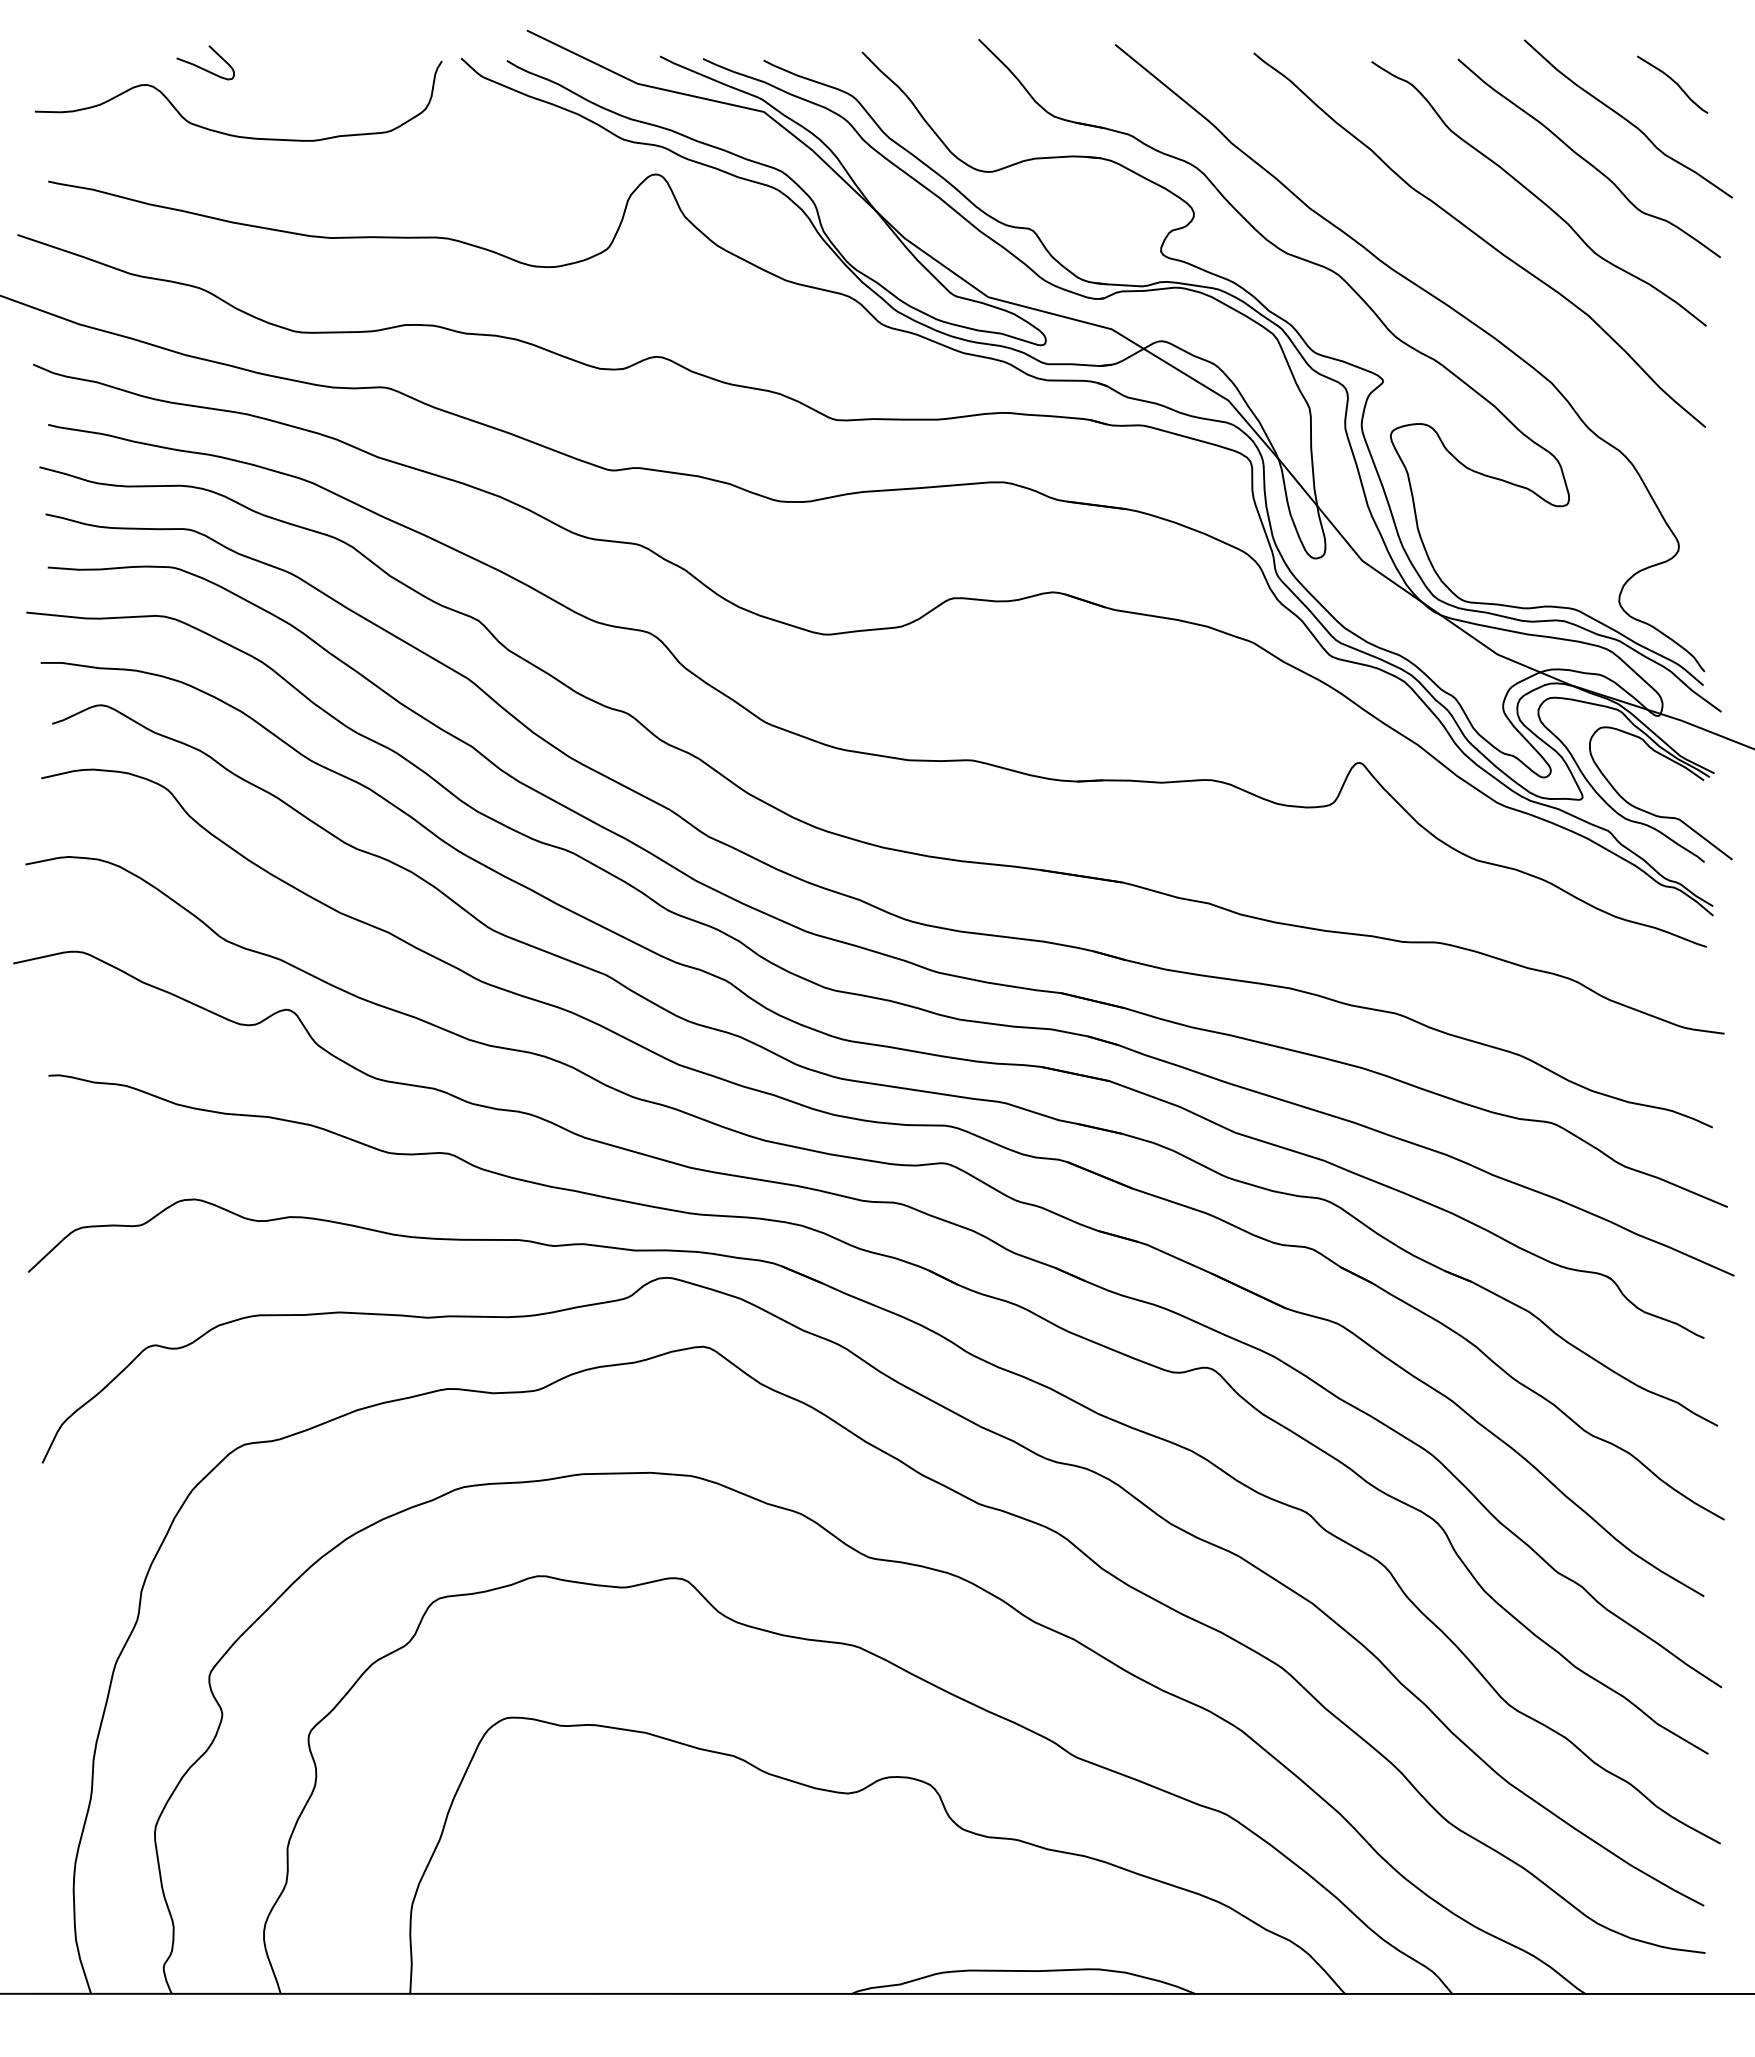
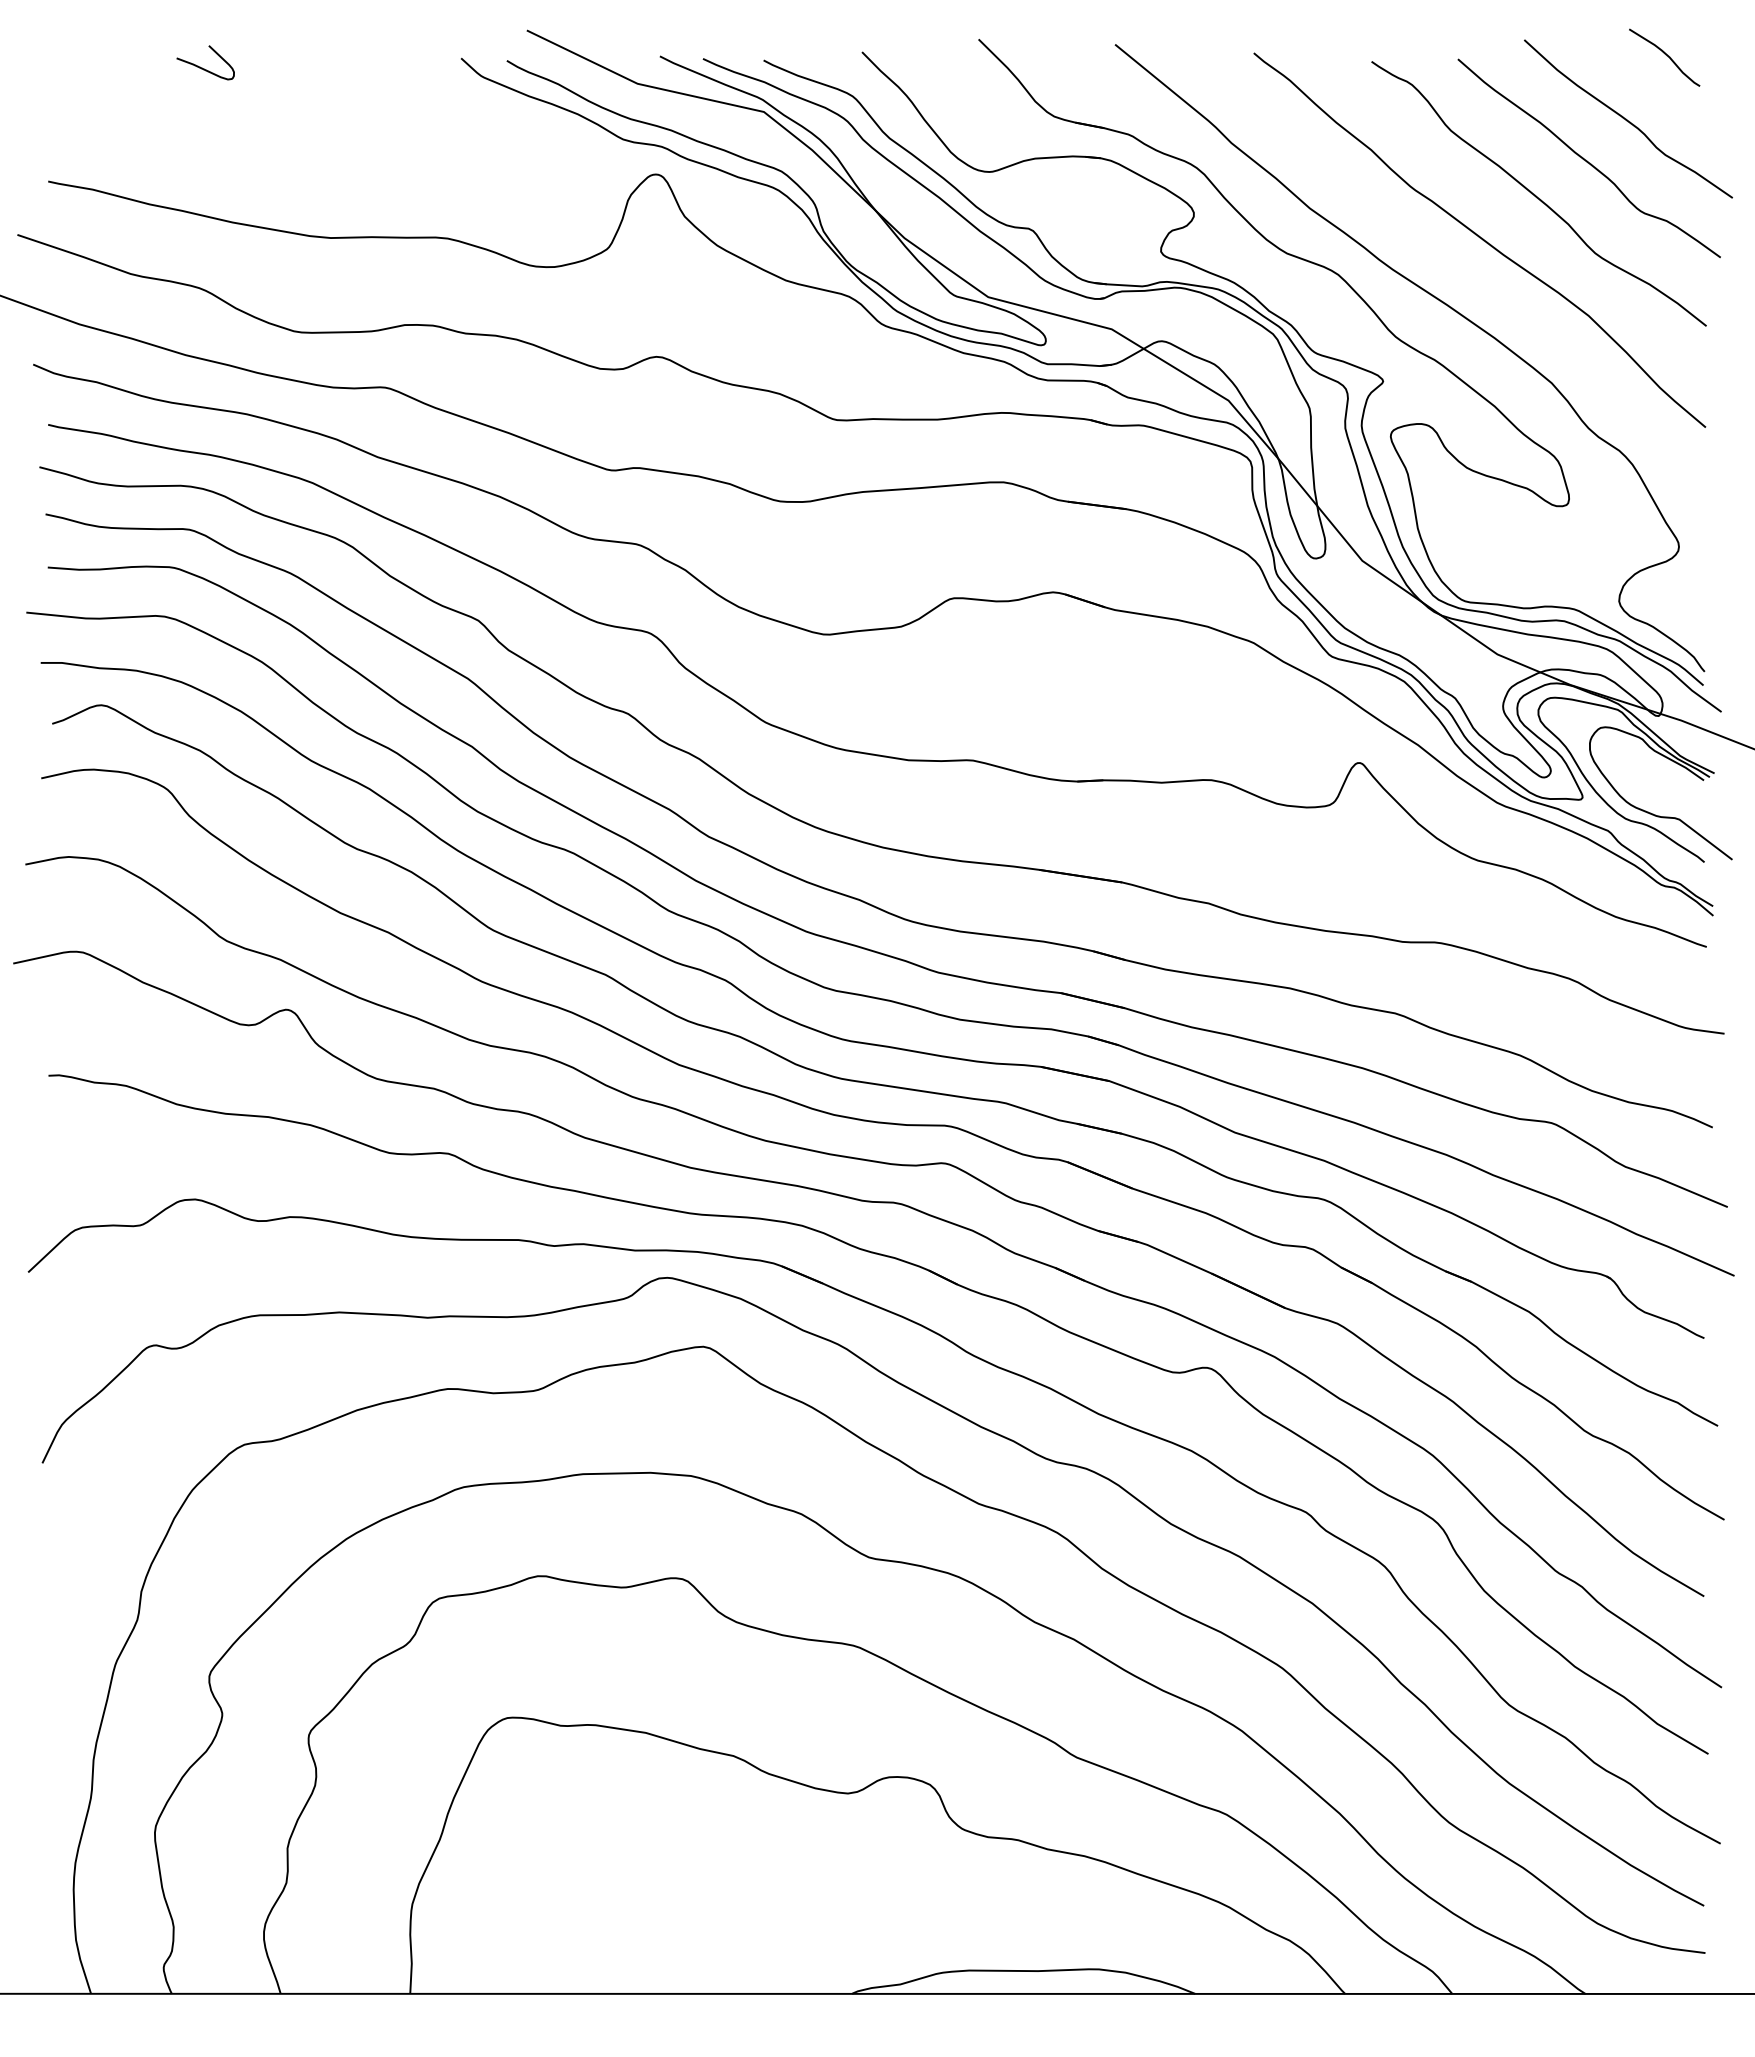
curve at (1673, 82) position: (1673, 82) -> (1665, 55)
curve at (233, 134): present -> none
